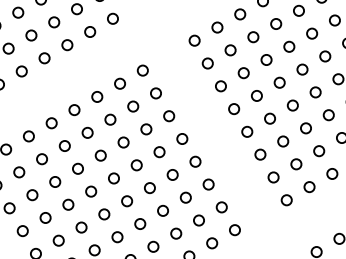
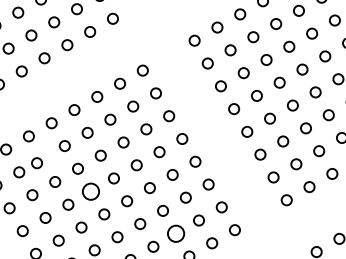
circle at (41, 159) position: (41, 159) -> (36, 163)
circle at (91, 191) size: 13x13 px -> 18x19 px
circle at (176, 233) size: 13x13 px -> 19x19 px
